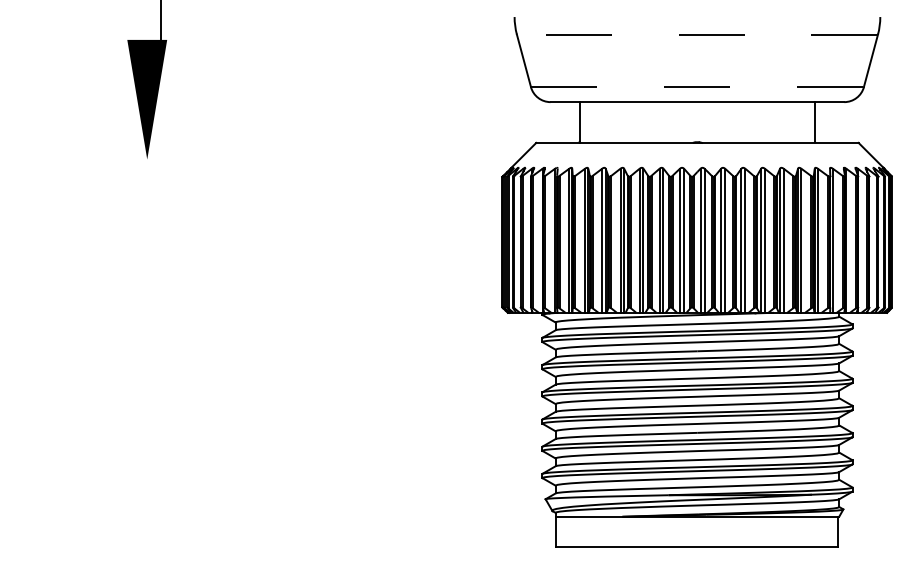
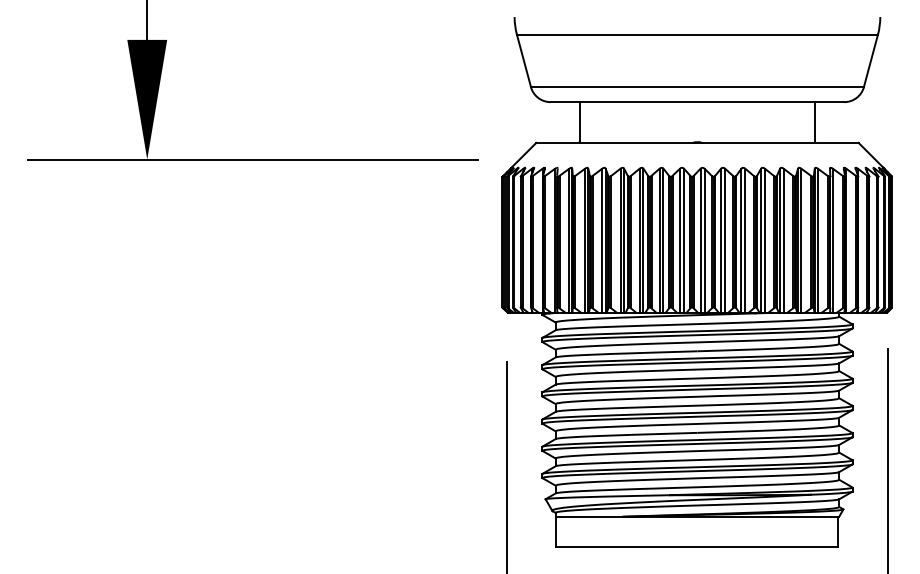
line at (161, 20) position: (161, 20) -> (147, 20)
line at (697, 34): dashed -> solid
line at (697, 86): dashed -> solid
line at (252, 159): none -> present
line at (887, 459): none -> present
line at (506, 465): none -> present
